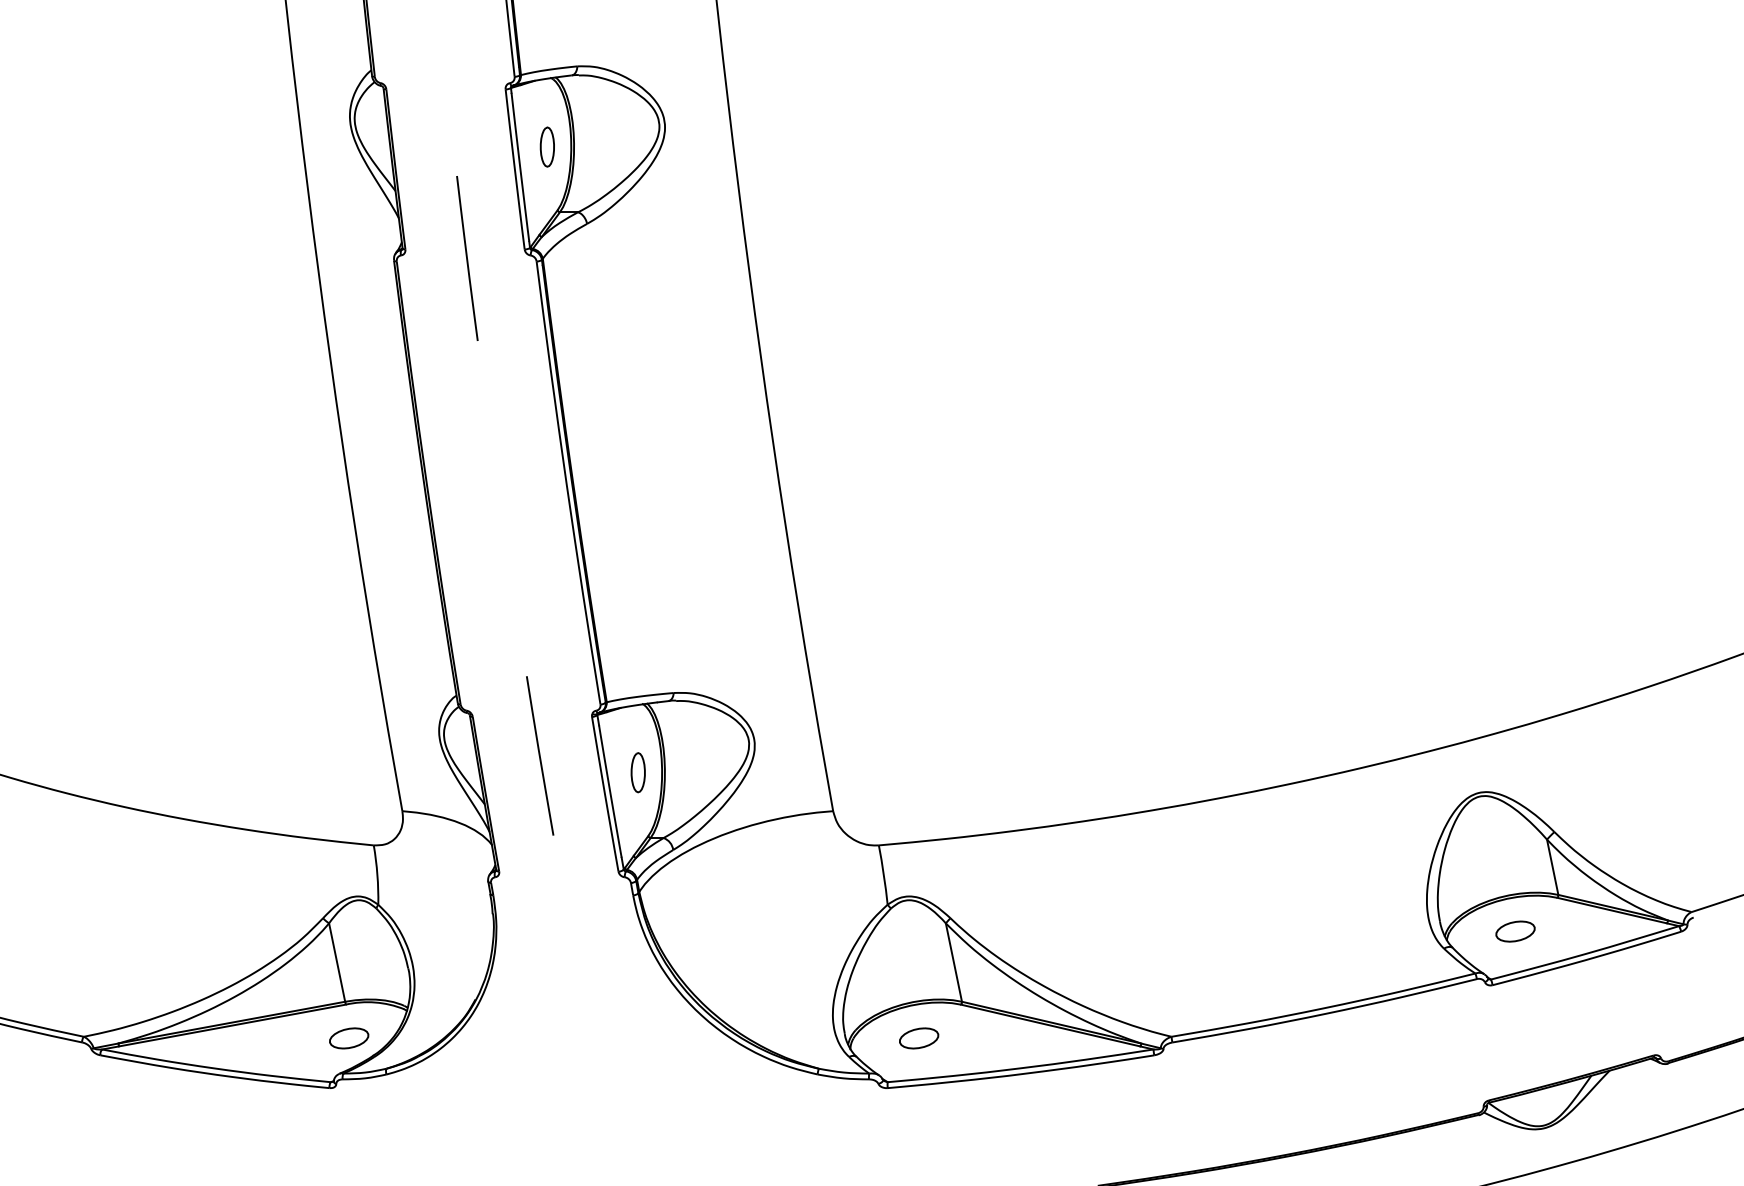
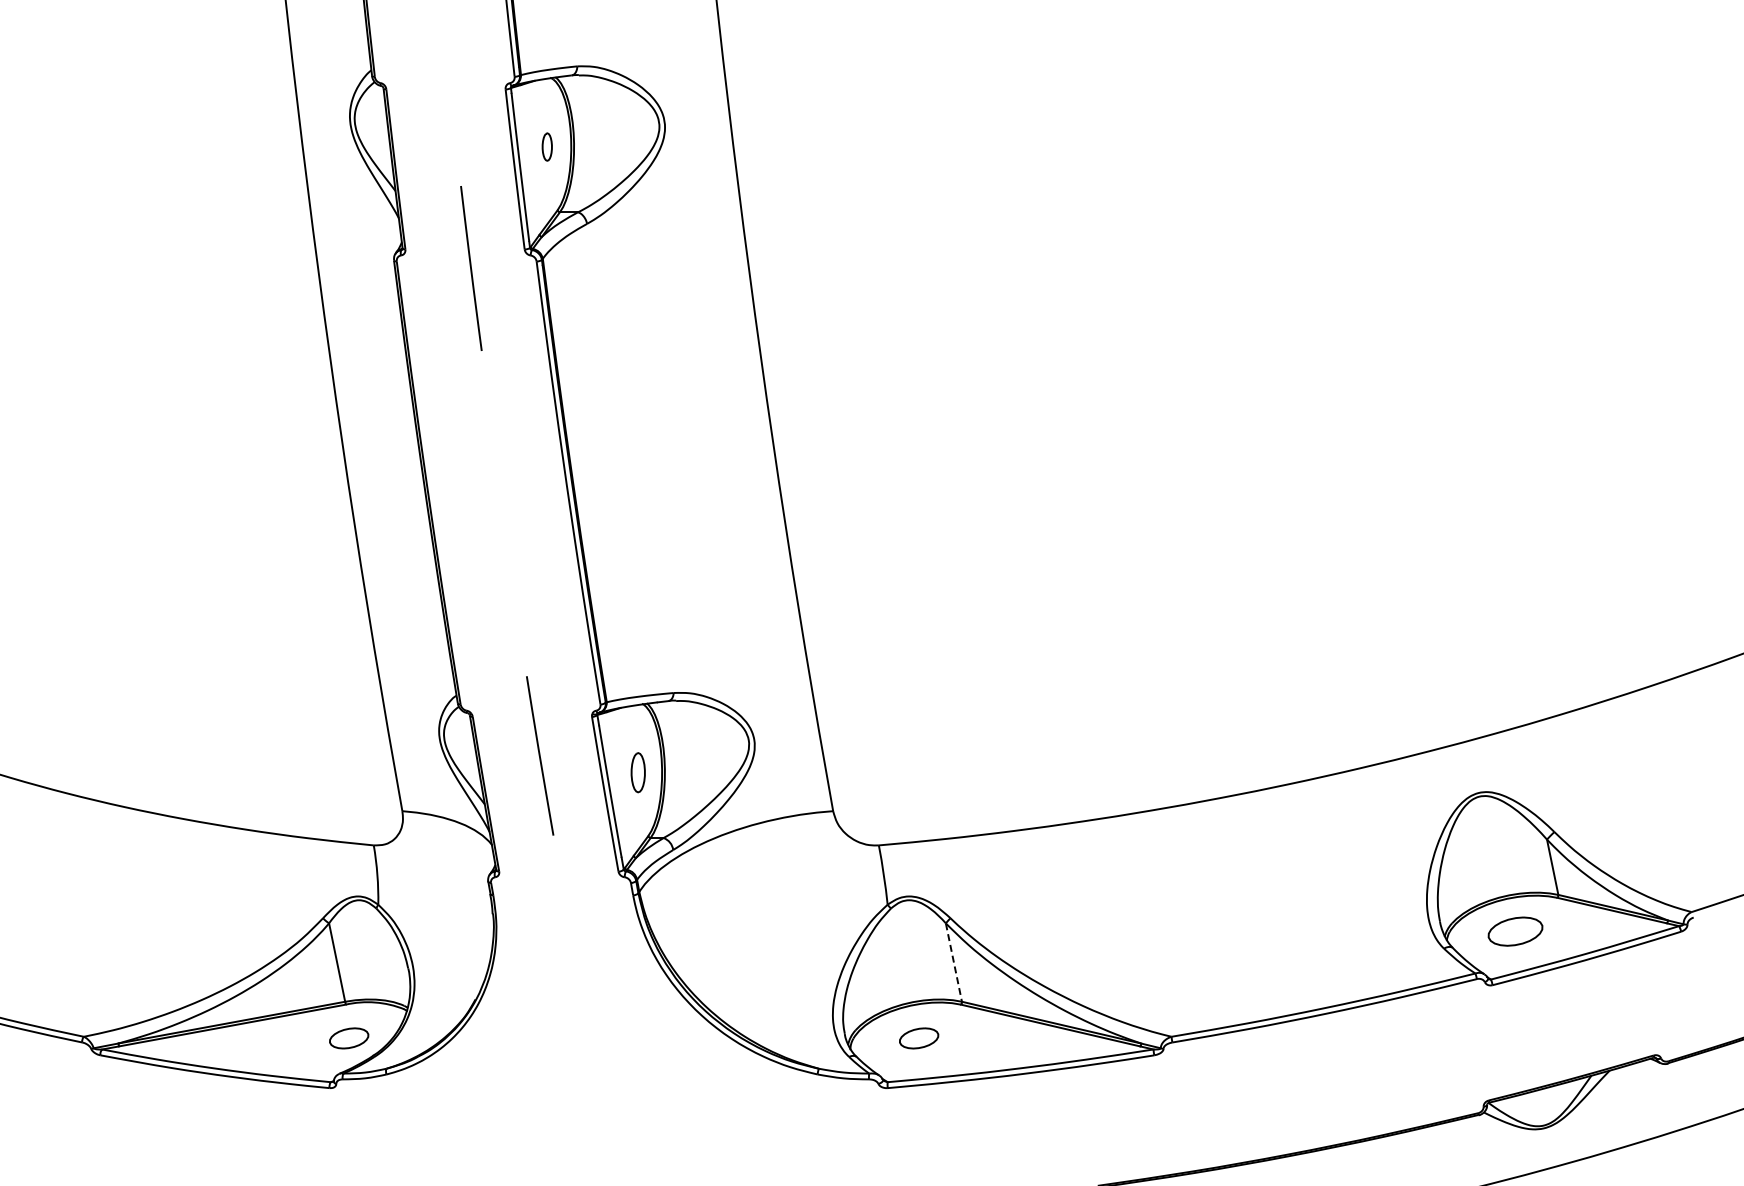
part at (546, 146) size: 16x42 px -> 12x30 px
line at (467, 258) position: (467, 258) -> (471, 268)
part at (1515, 931) size: 41x23 px -> 57x31 px
line at (954, 963): solid -> dashed
